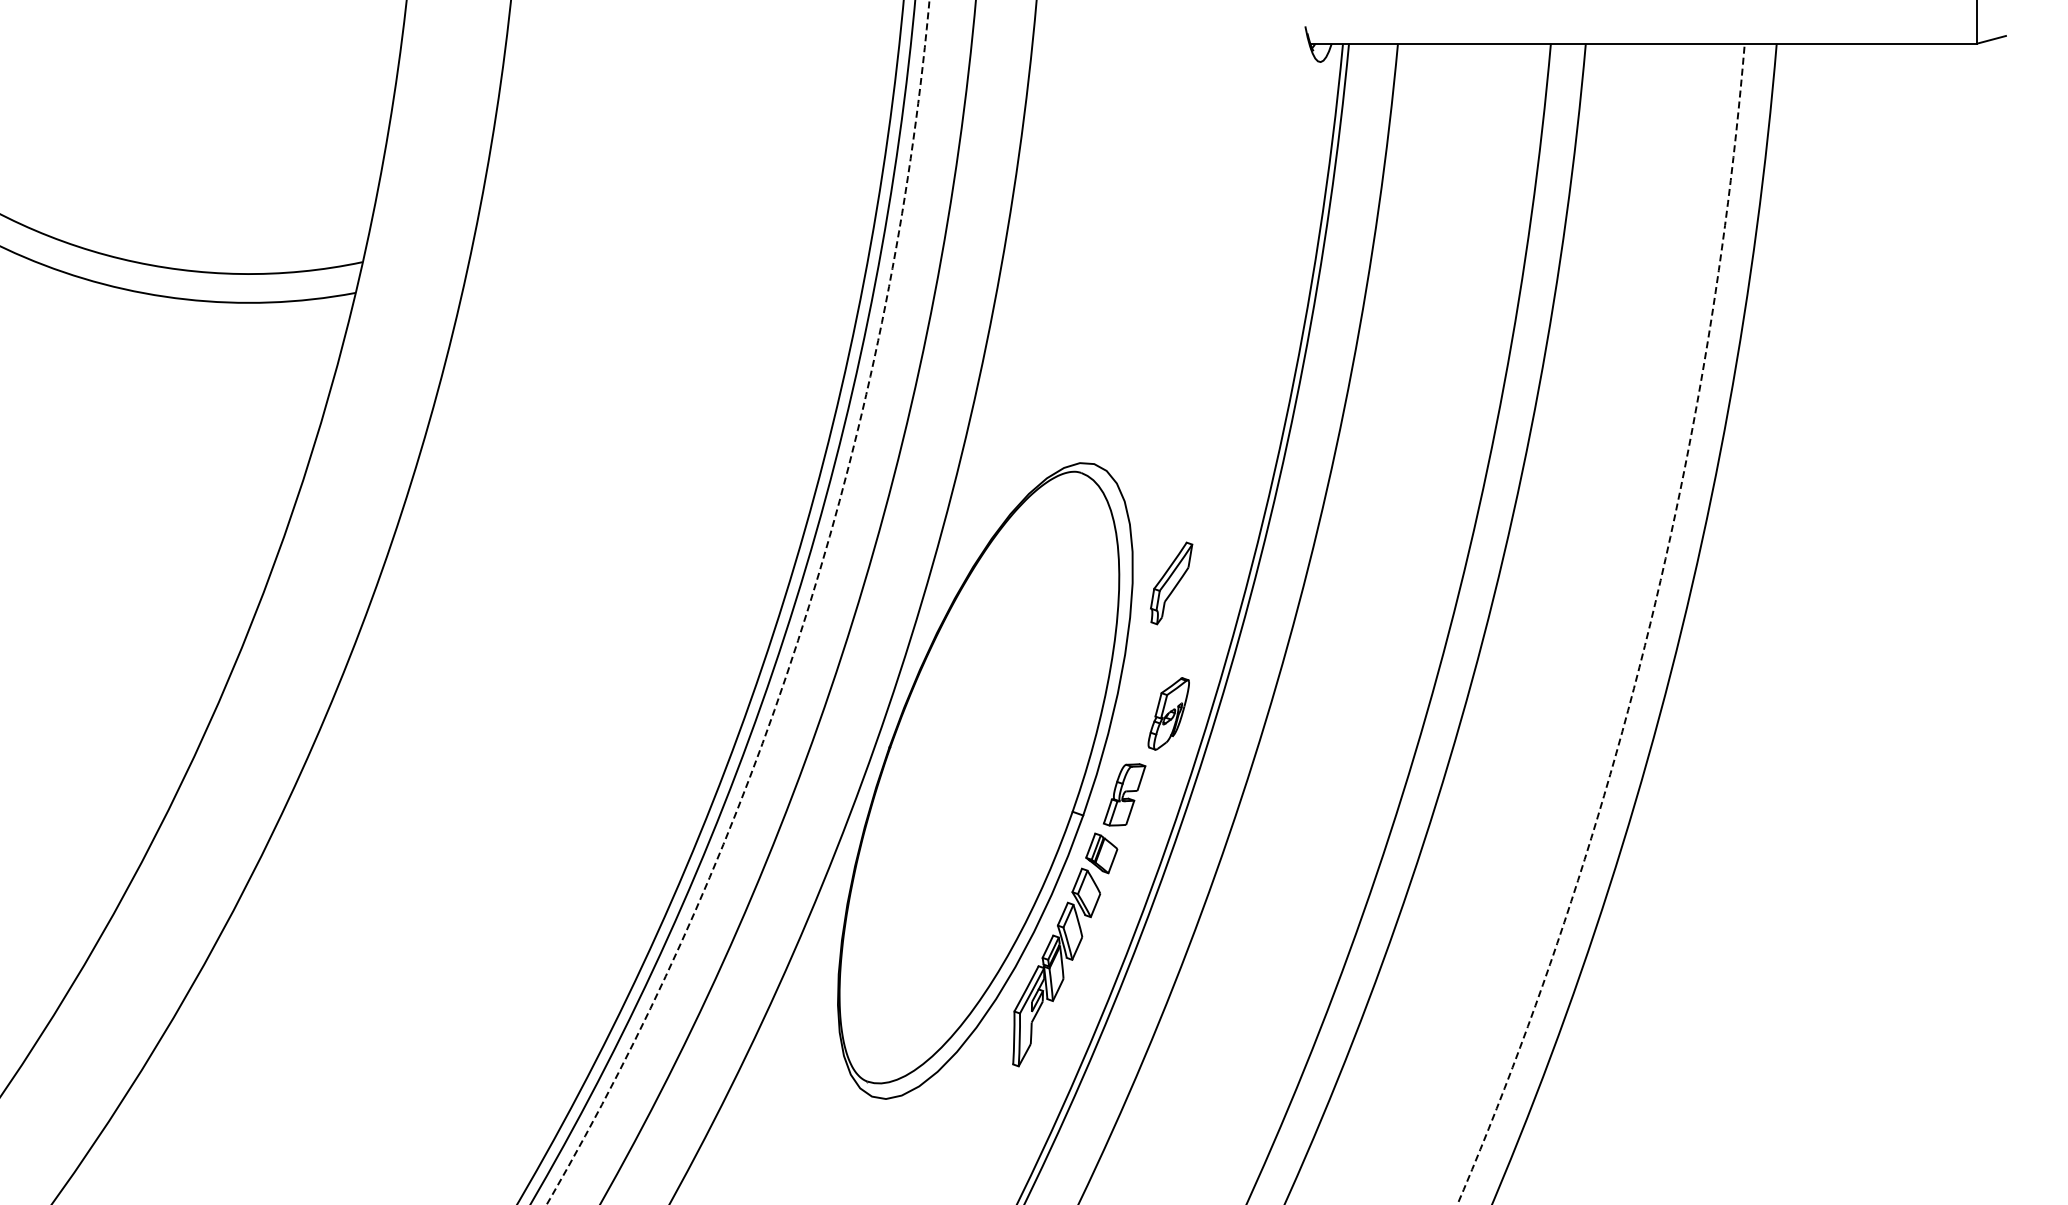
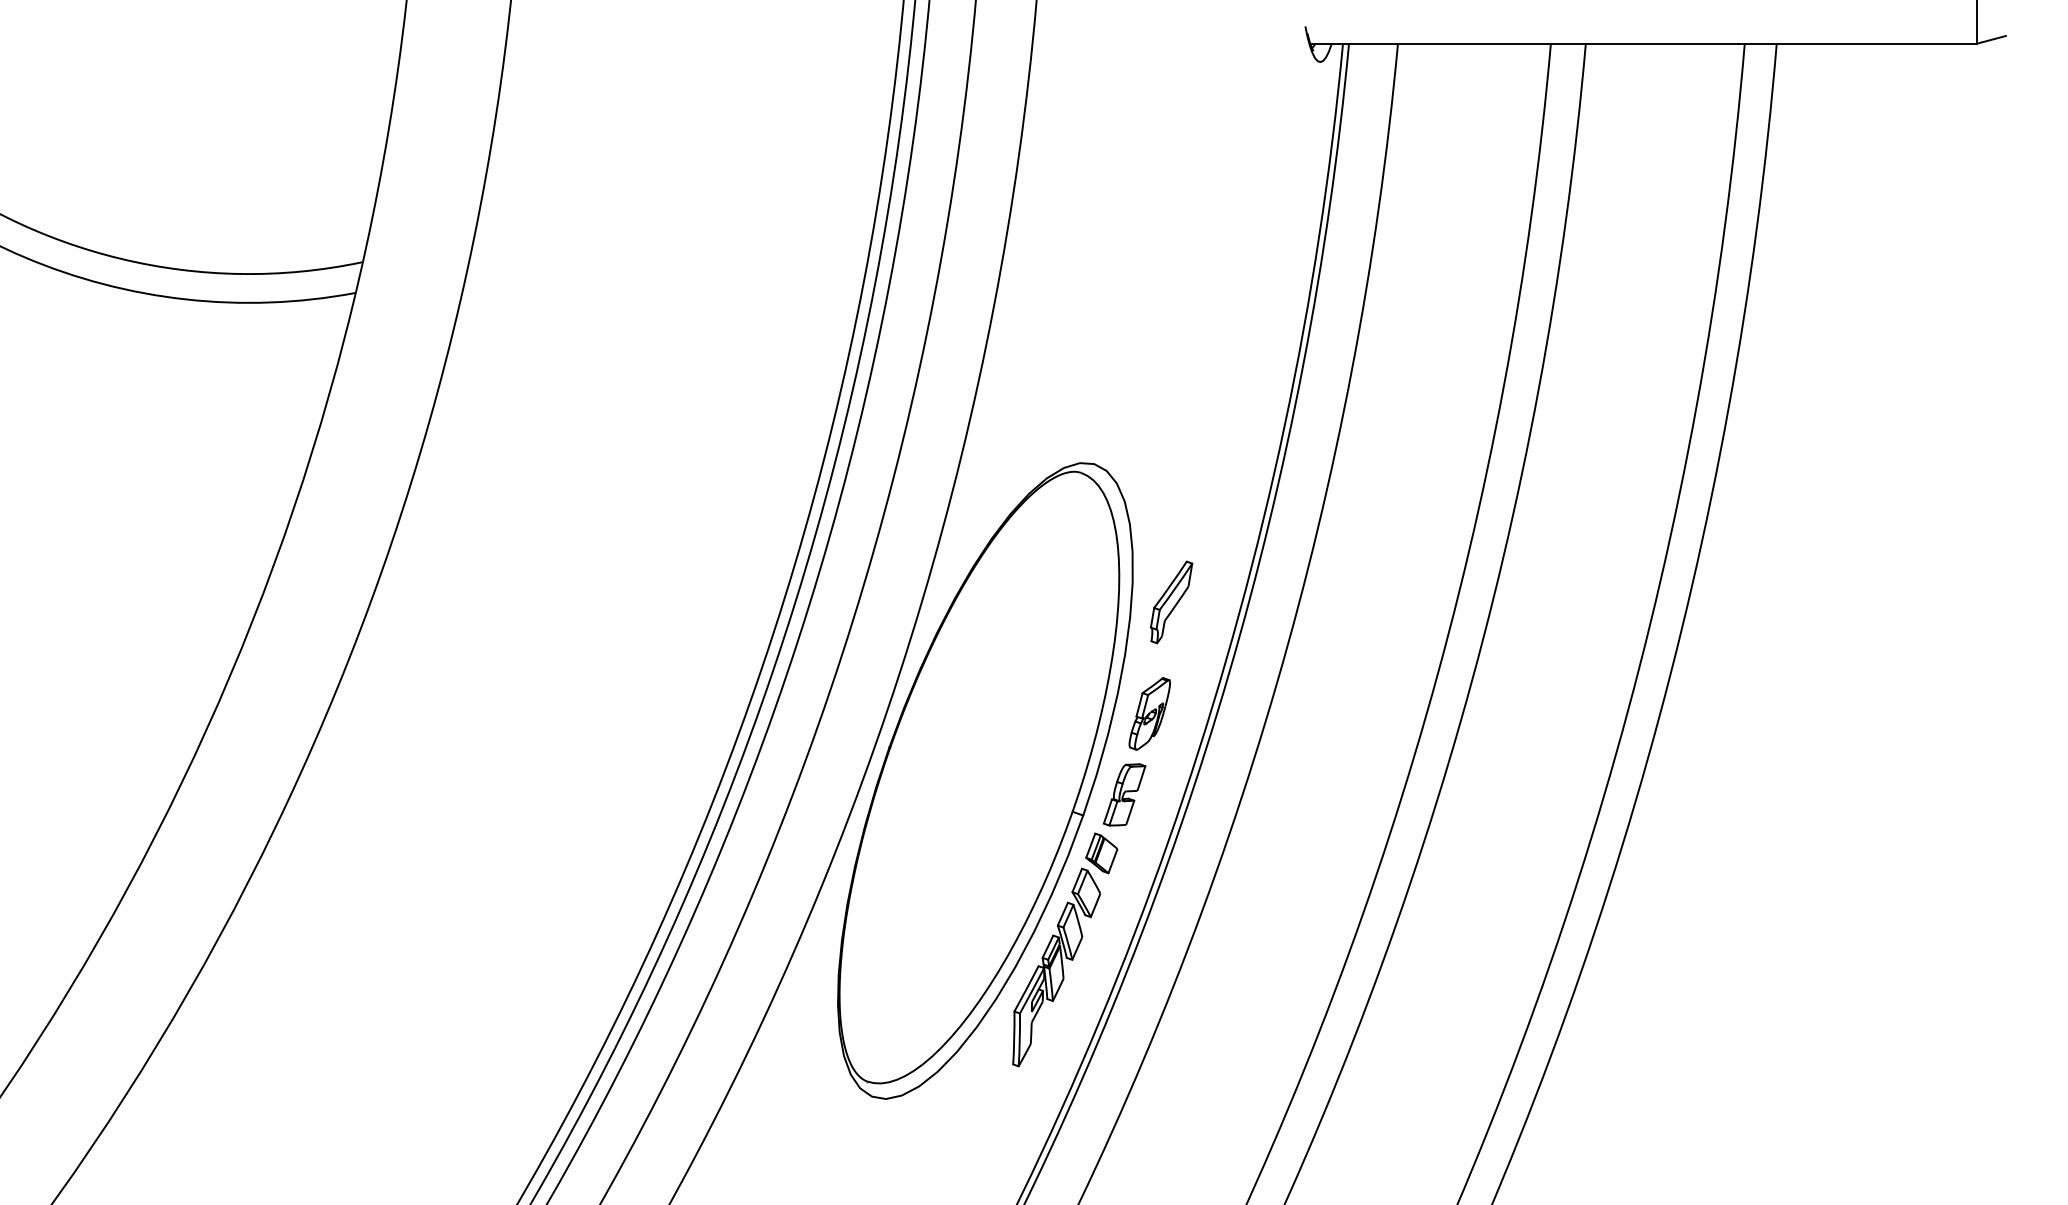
part at (1171, 583) position: (1171, 583) -> (1171, 602)
circle at (737, 602): dashed -> solid
arc at (1647, 635): dashed -> solid
part at (1168, 713) position: (1168, 713) -> (1149, 713)
